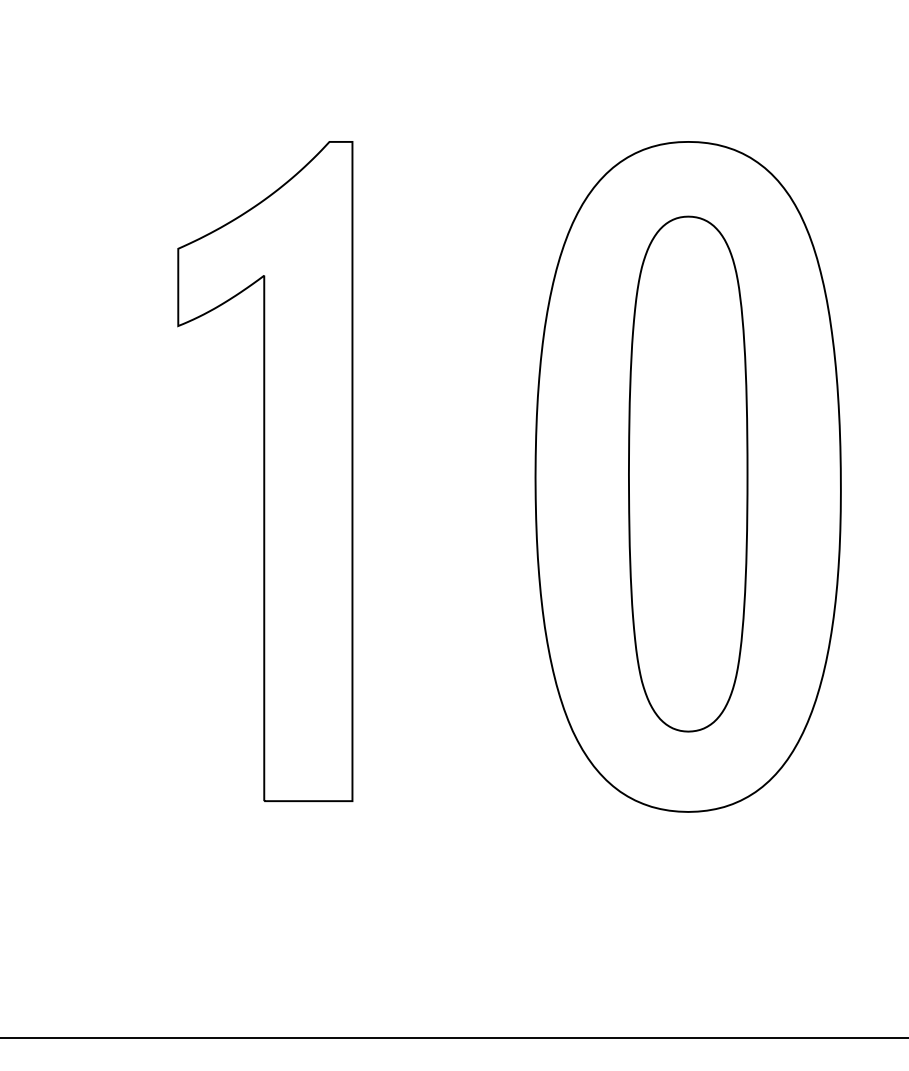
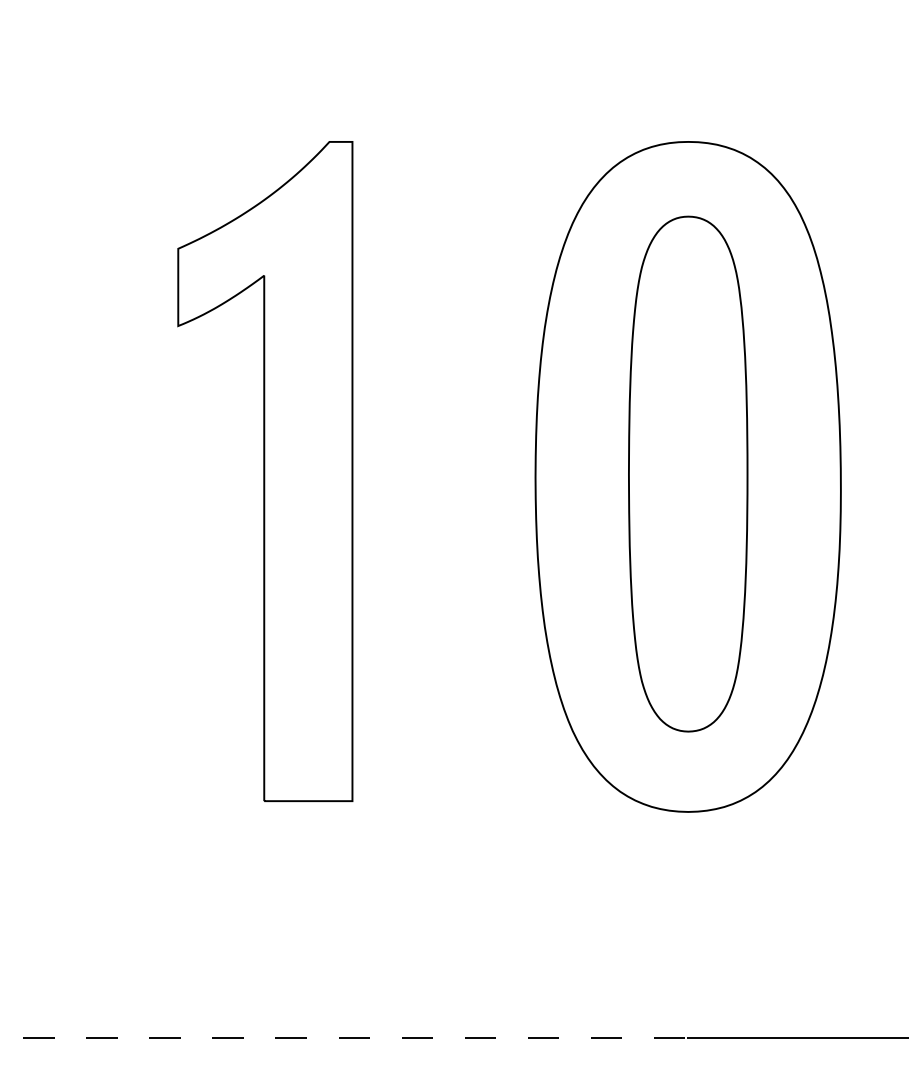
line at (344, 1037): solid -> dashed
